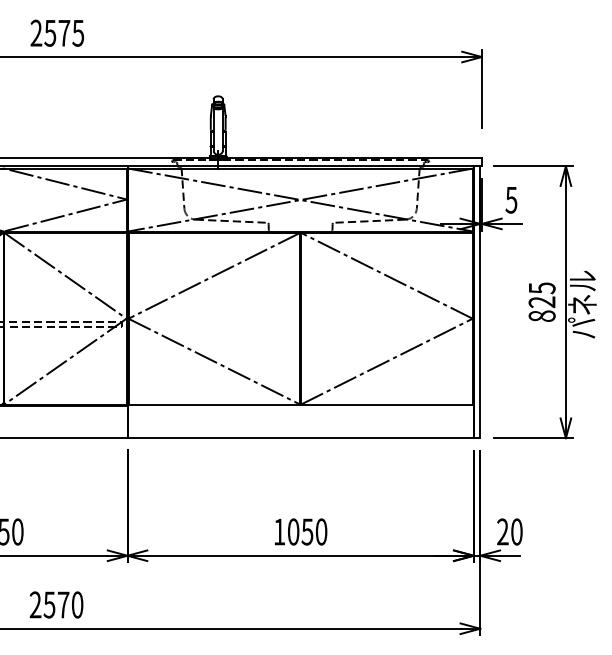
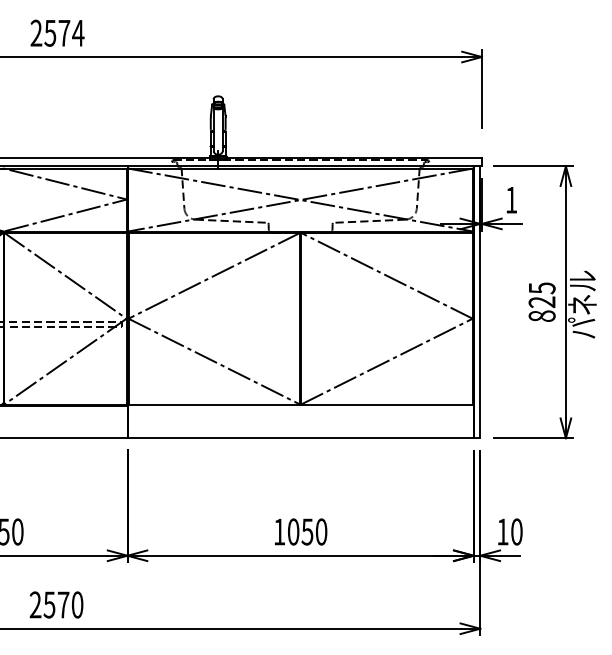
text at (78, 33): 2575 -> 2574
text at (511, 200): 5 -> 1
text at (502, 531): 20 -> 10
